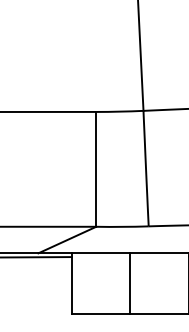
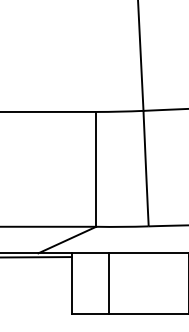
line at (130, 283) position: (130, 283) -> (109, 283)
